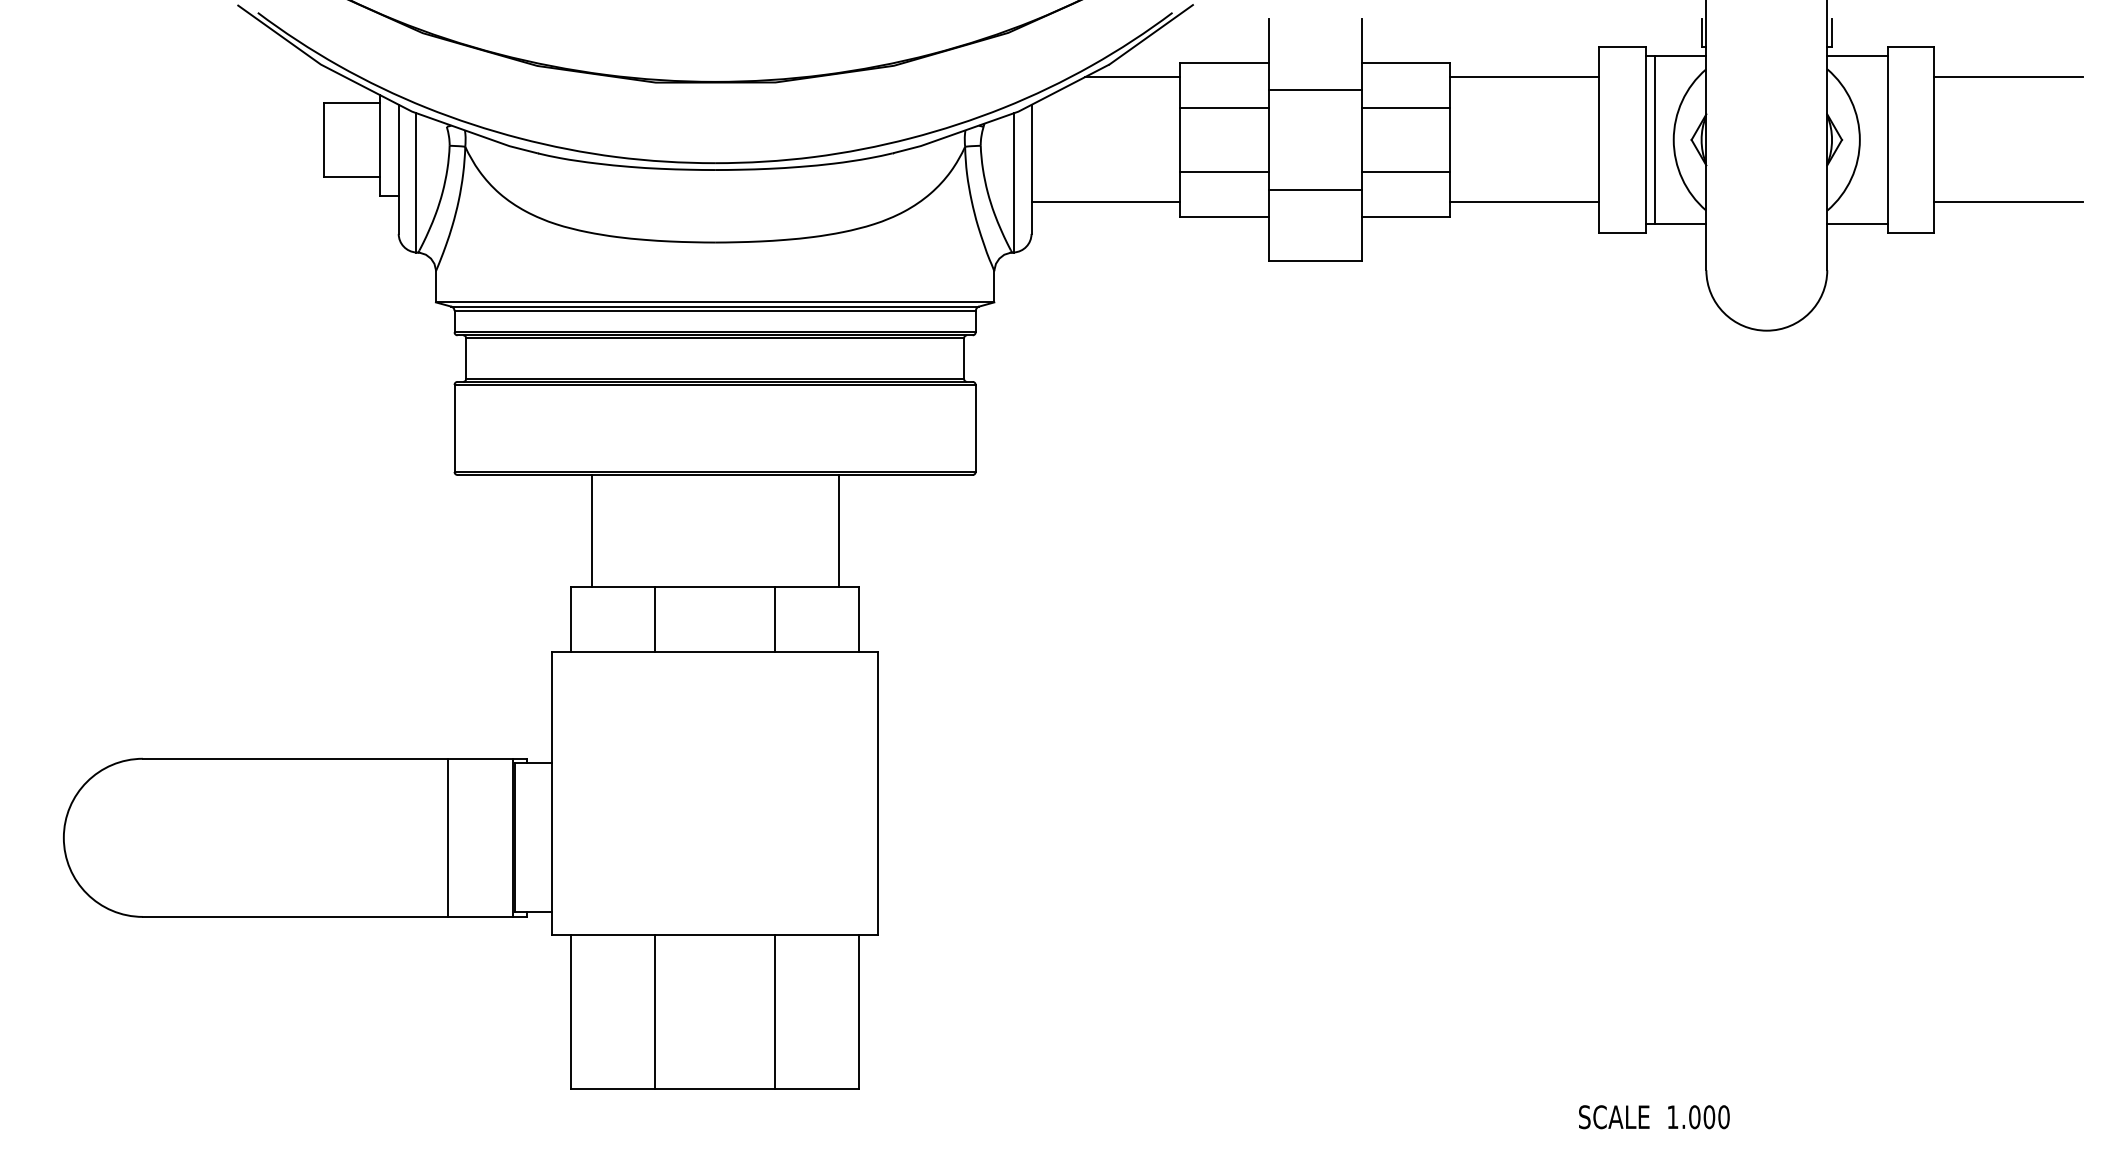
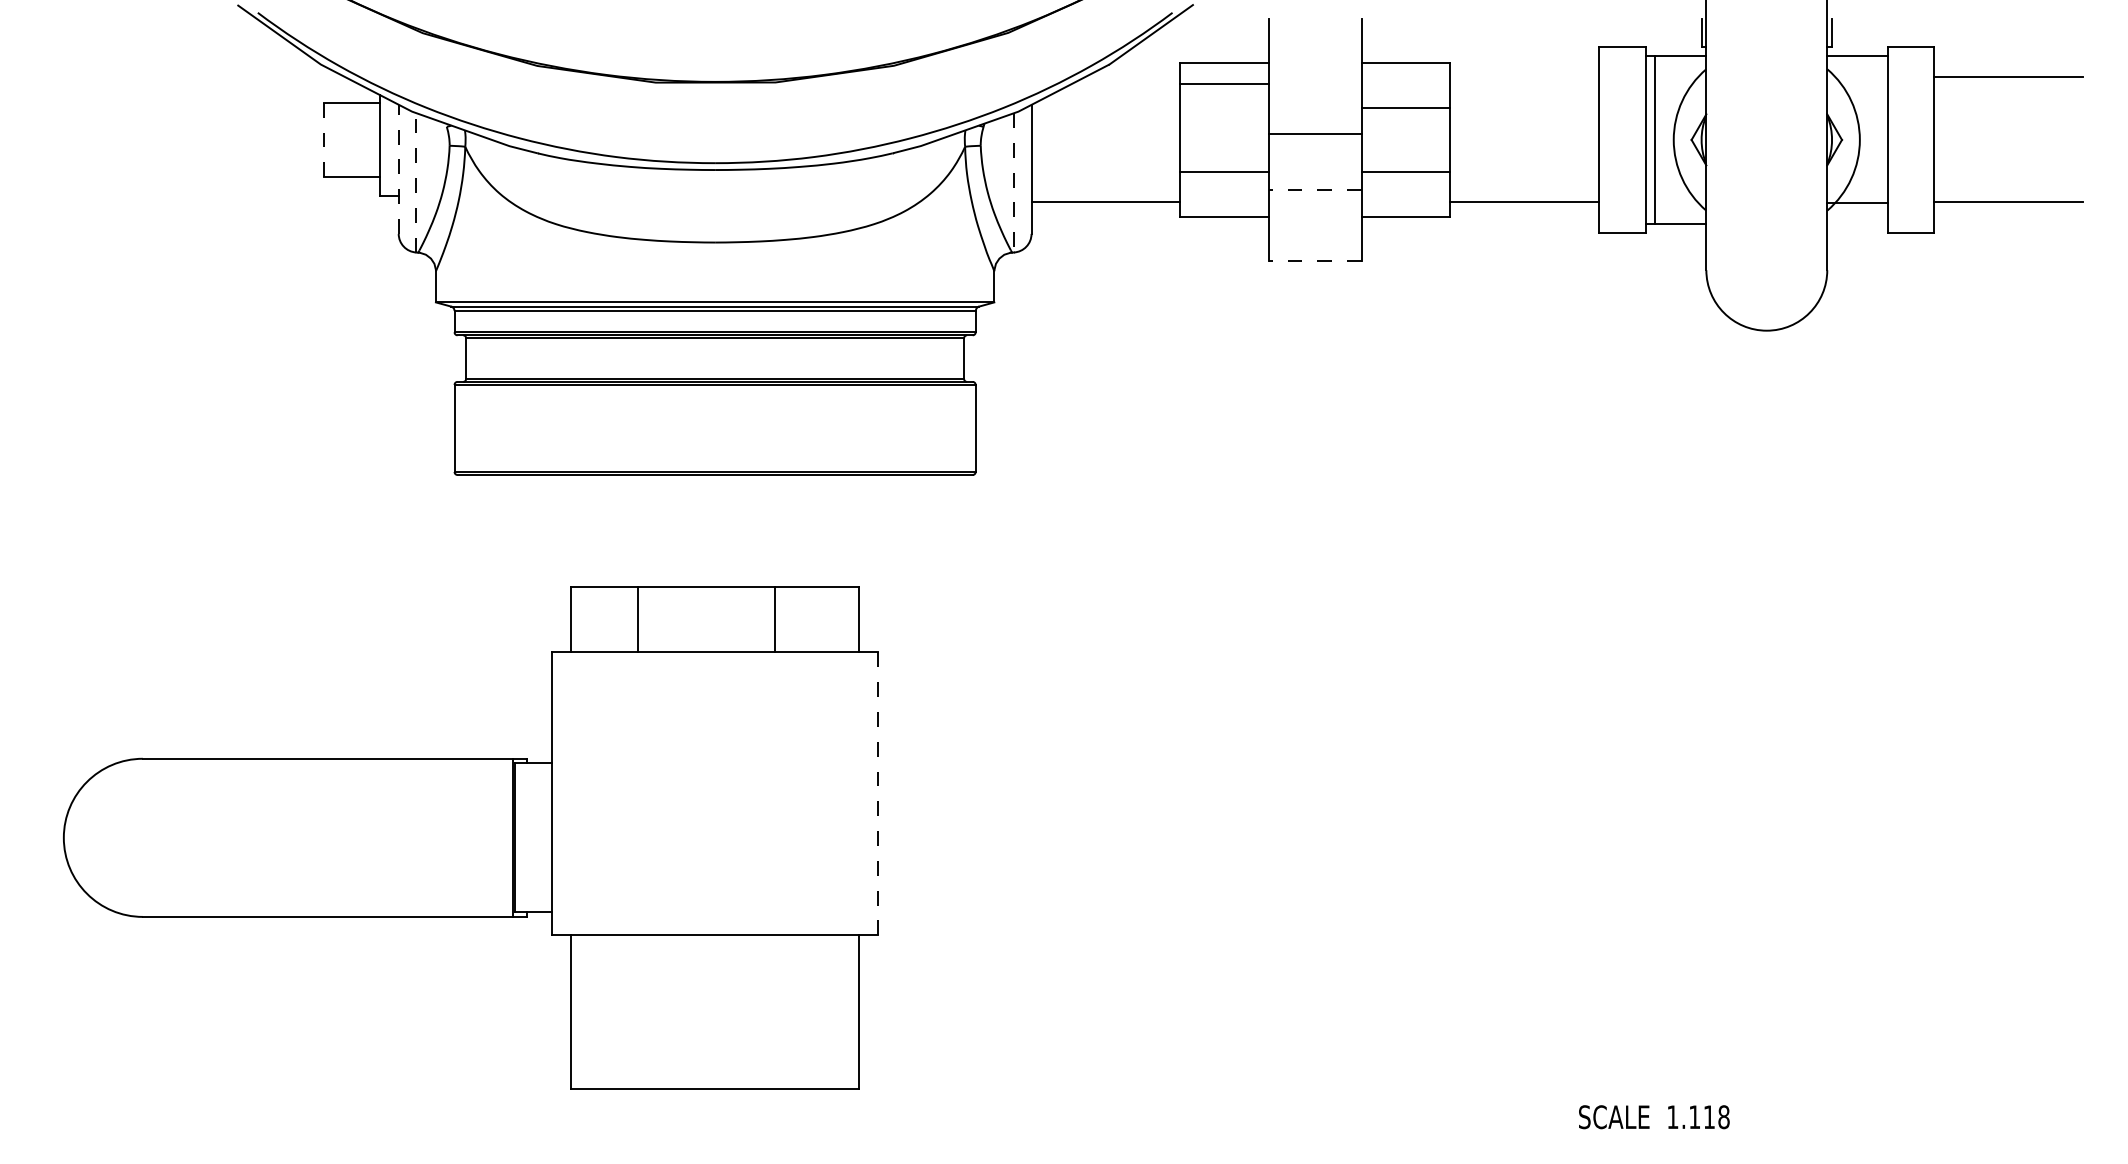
line at (1132, 77): present -> none
line at (1524, 77): present -> none
line at (1314, 89) position: (1314, 89) -> (1314, 133)
line at (1224, 108) position: (1224, 108) -> (1224, 84)
line at (324, 139): solid -> dashed
line at (398, 169): solid -> dashed
line at (416, 182): solid -> dashed
line at (1013, 182): solid -> dashed
line at (1315, 189): solid -> dashed
line at (1857, 223) position: (1857, 223) -> (1857, 202)
line at (1315, 260): solid -> dashed
line at (591, 530): present -> none
line at (838, 530): present -> none
line at (655, 618) position: (655, 618) -> (638, 618)
line at (878, 793): solid -> dashed
line at (448, 837): present -> none
line at (655, 1012): present -> none
line at (774, 1012): present -> none
text at (1709, 1117): 1.000 -> 1.118
